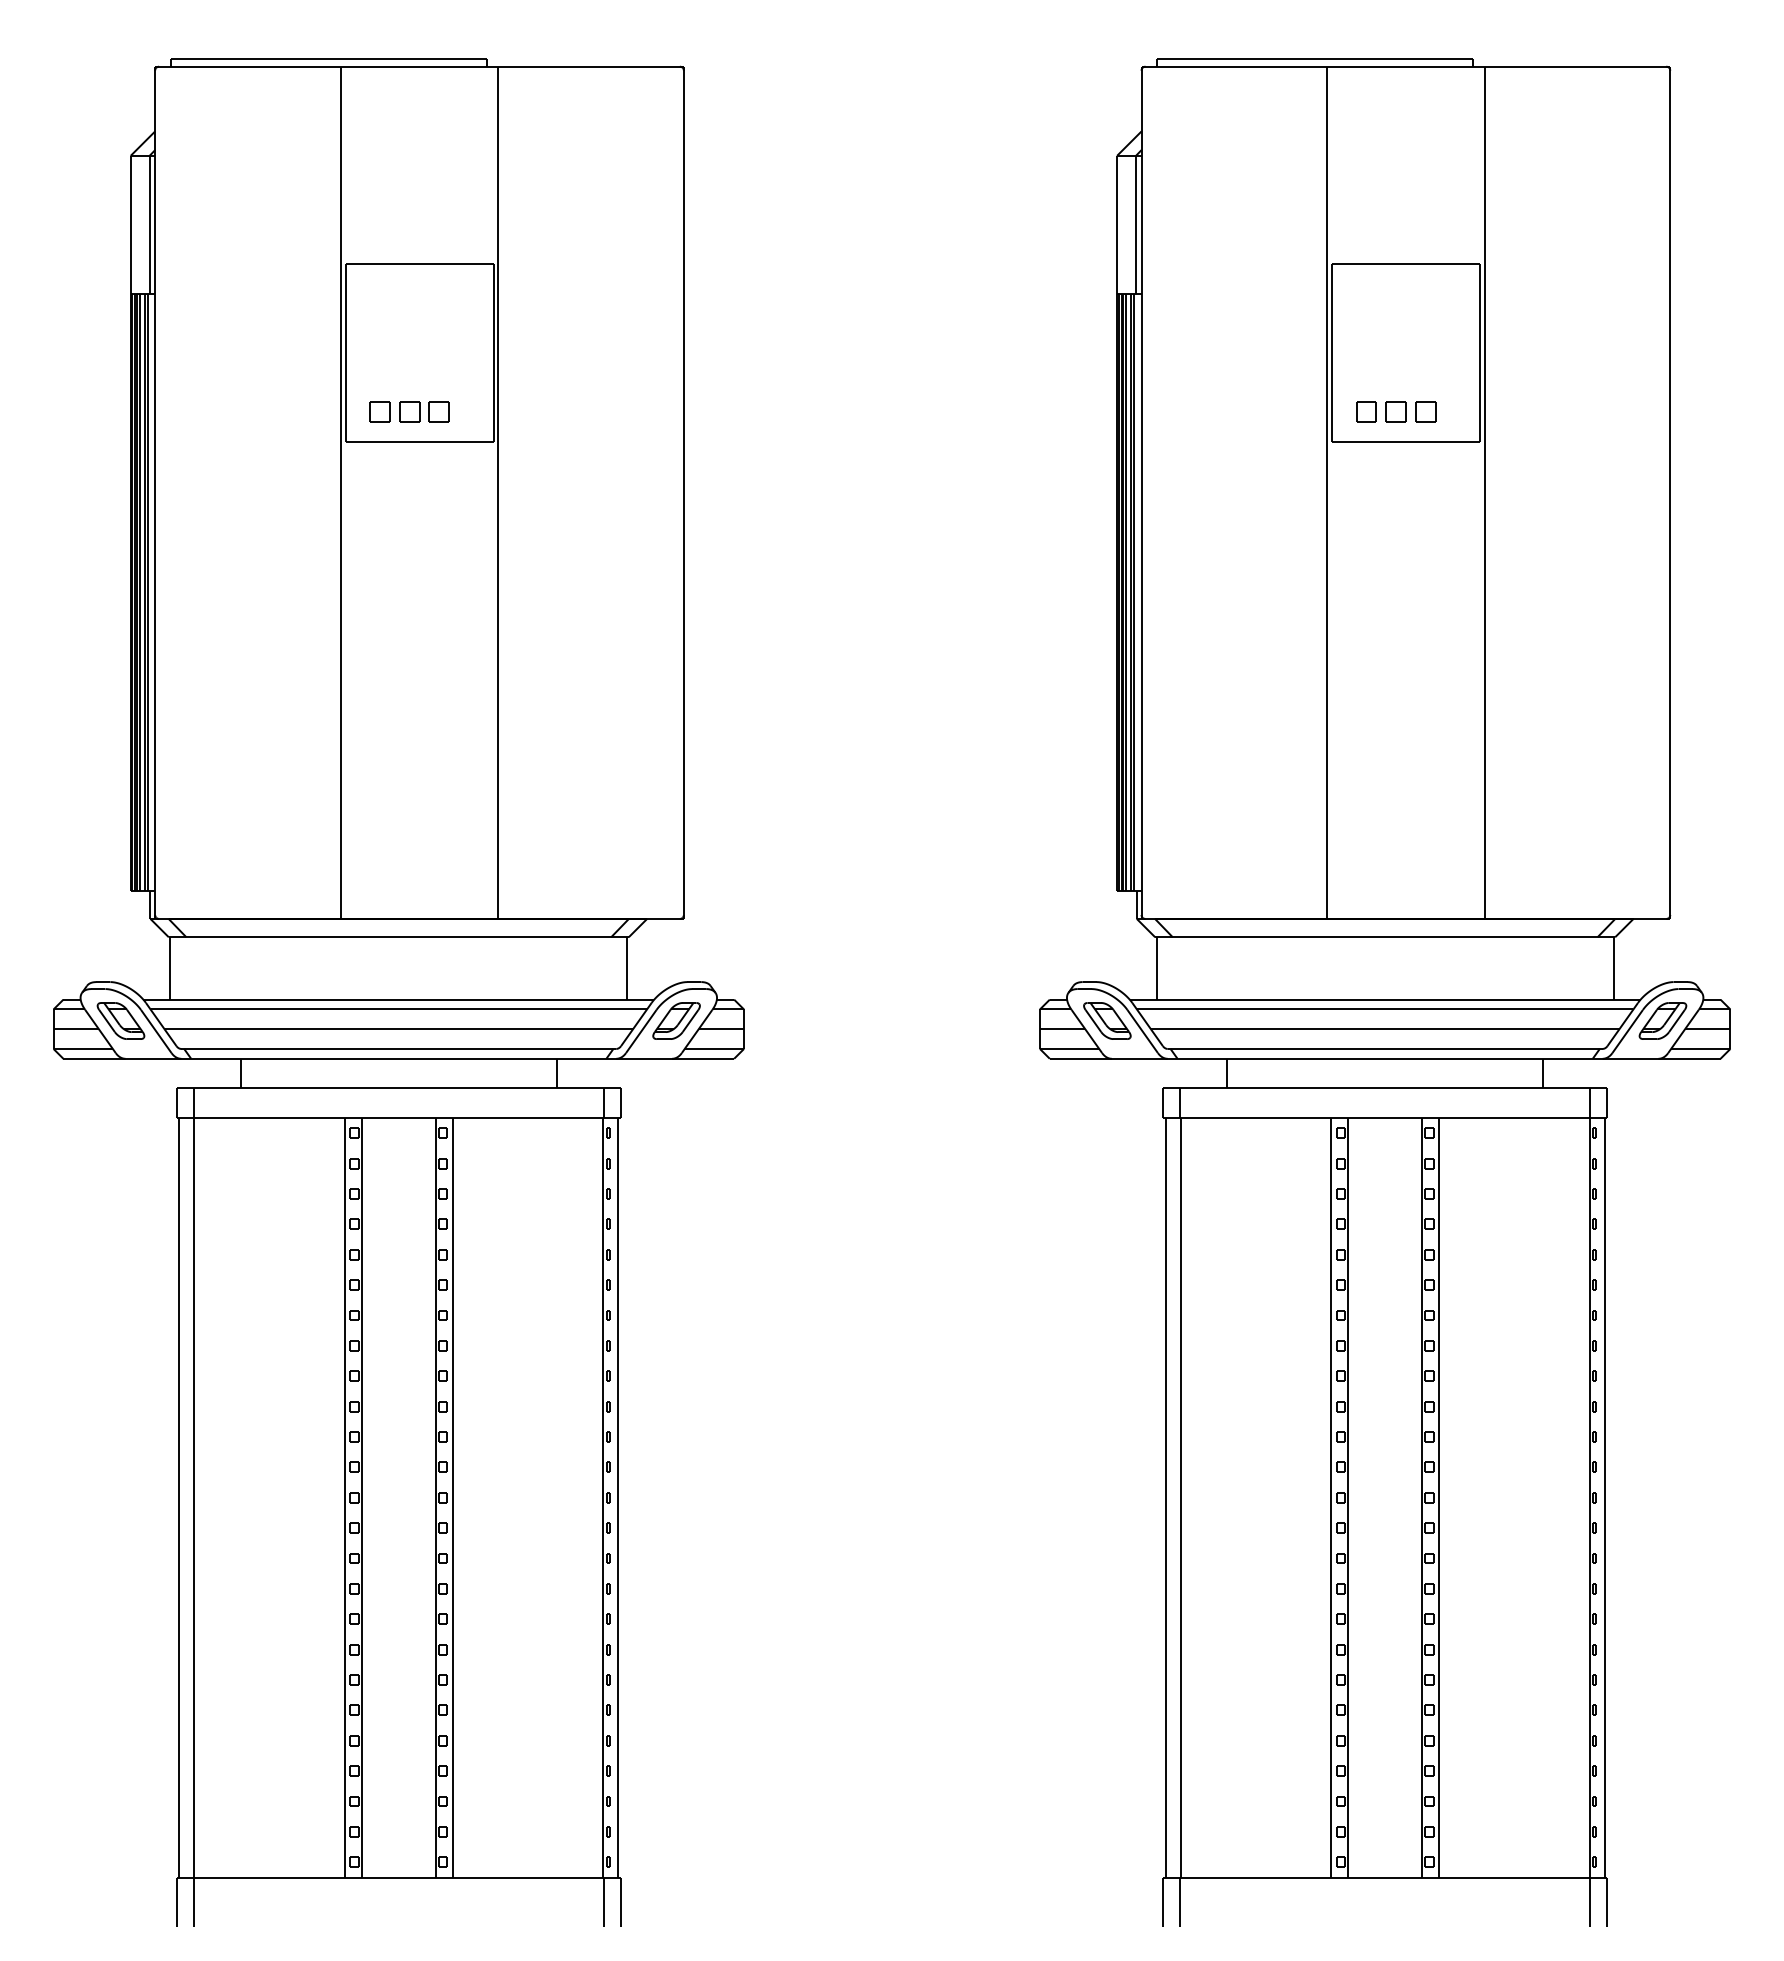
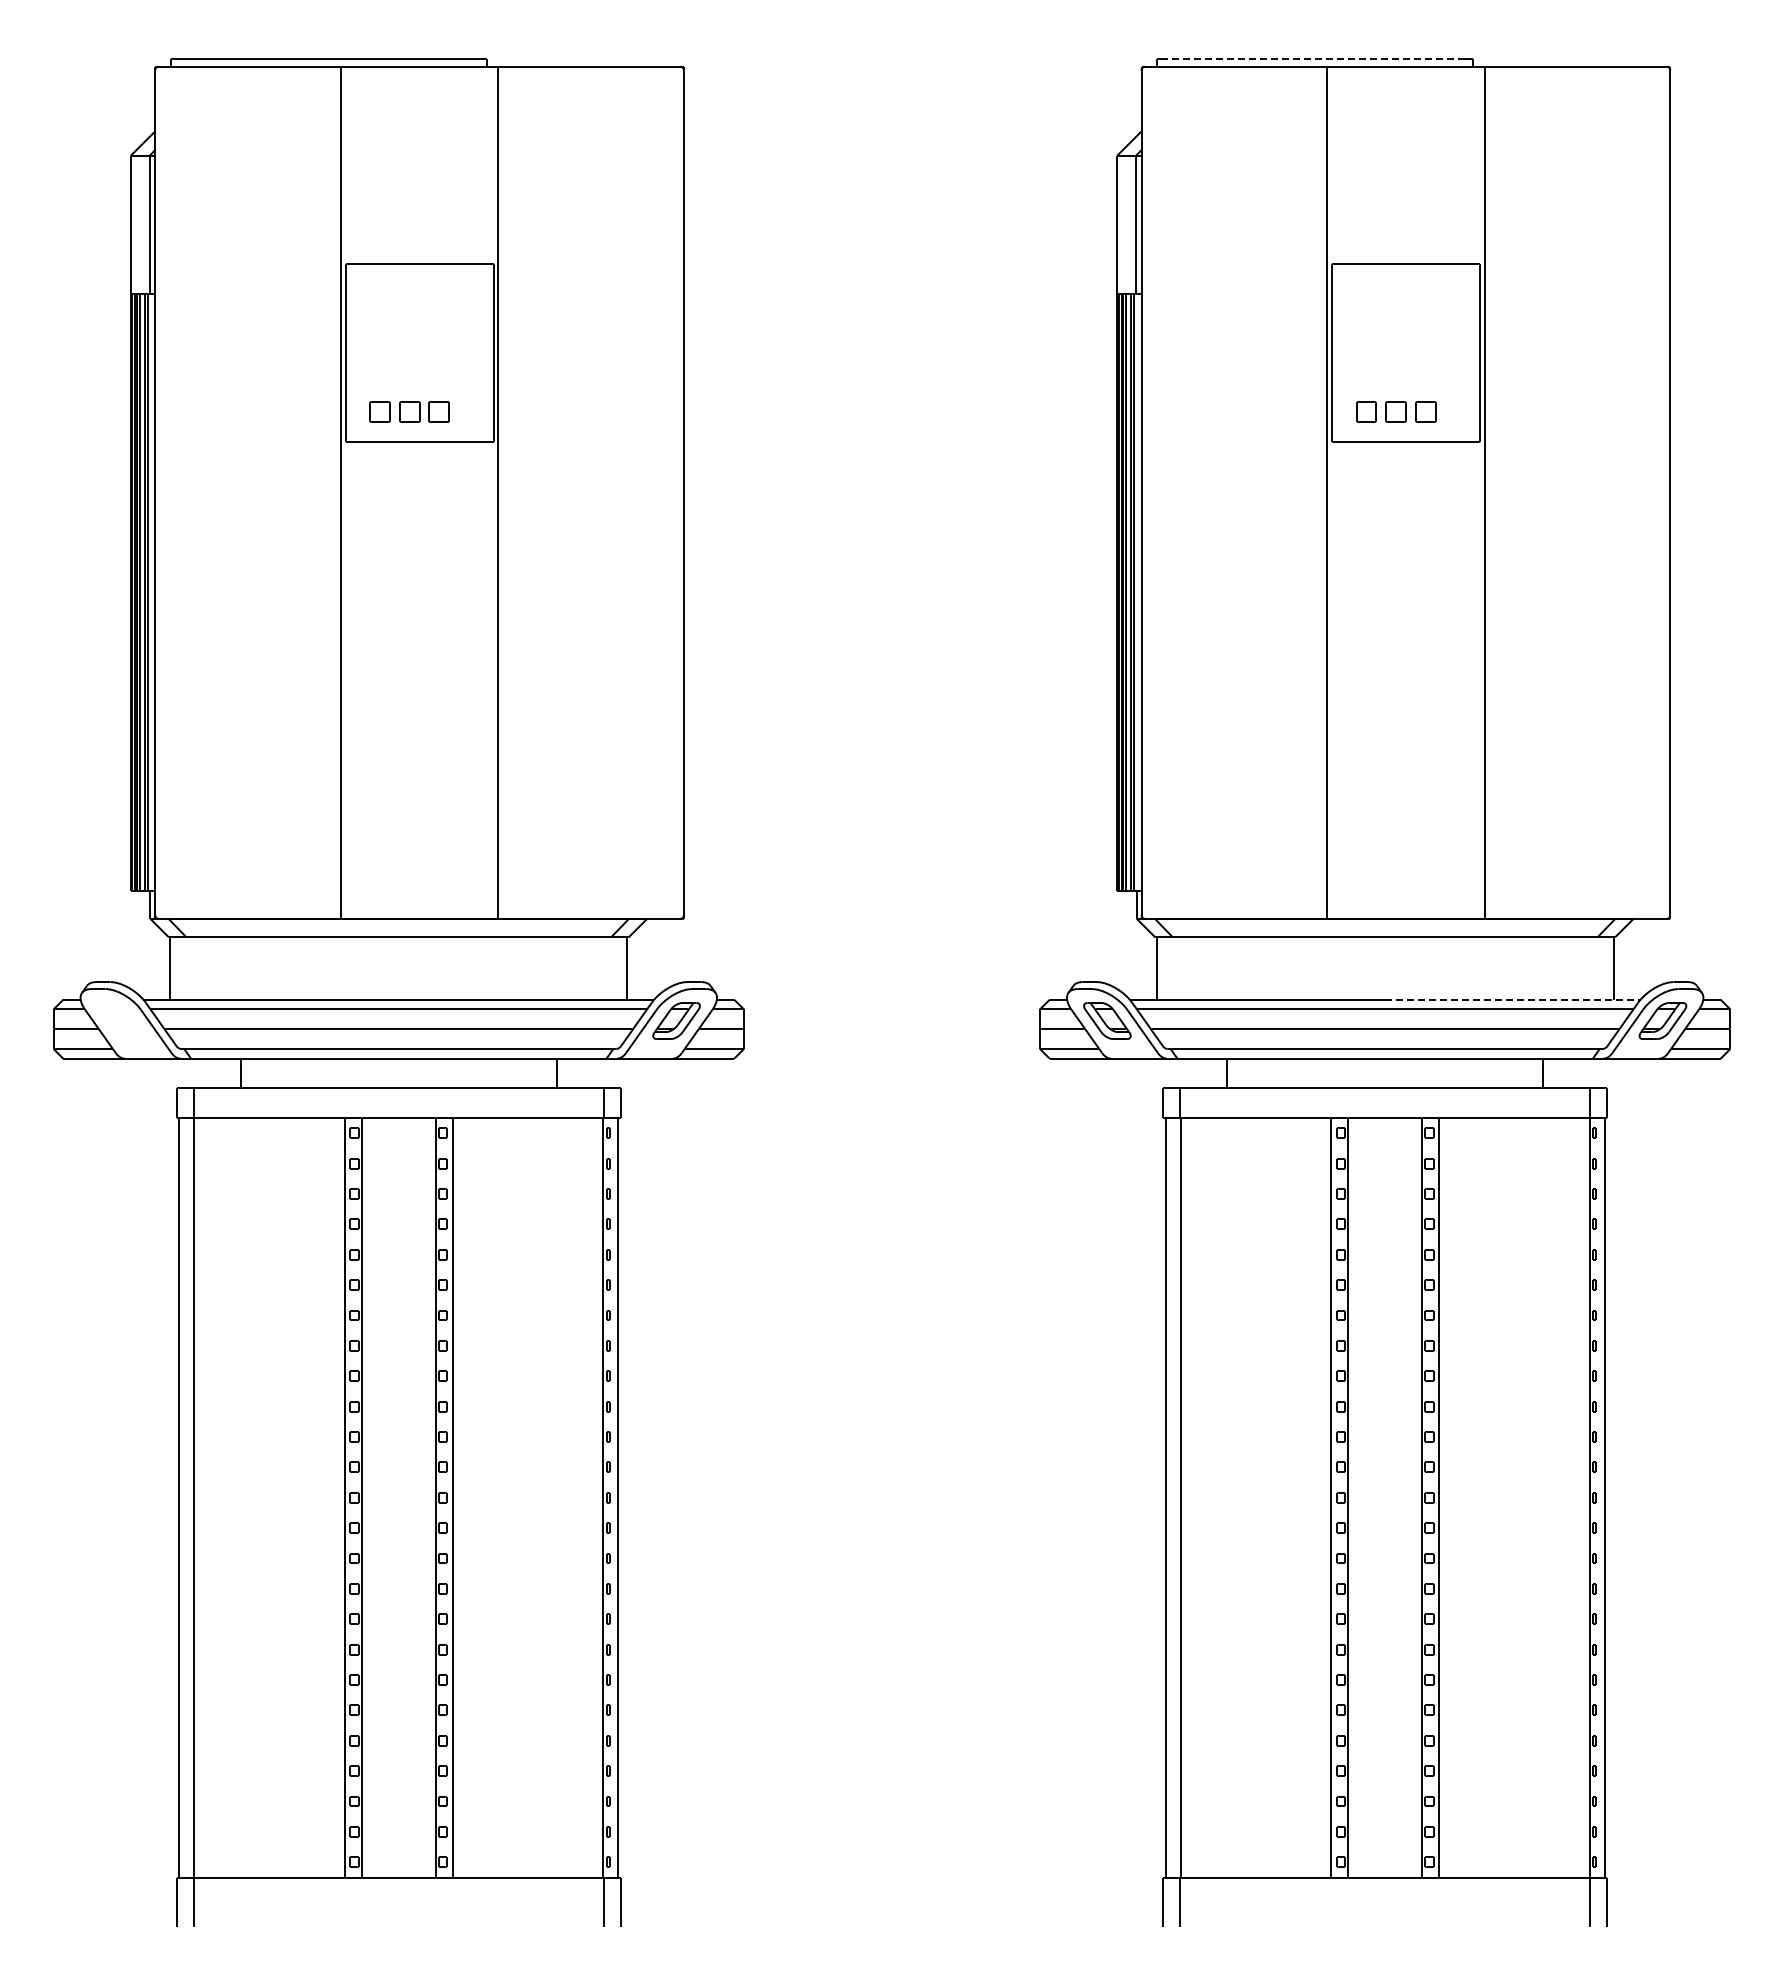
line at (1315, 58): solid -> dashed
line at (1512, 999): solid -> dashed
part at (120, 1020): present -> none
